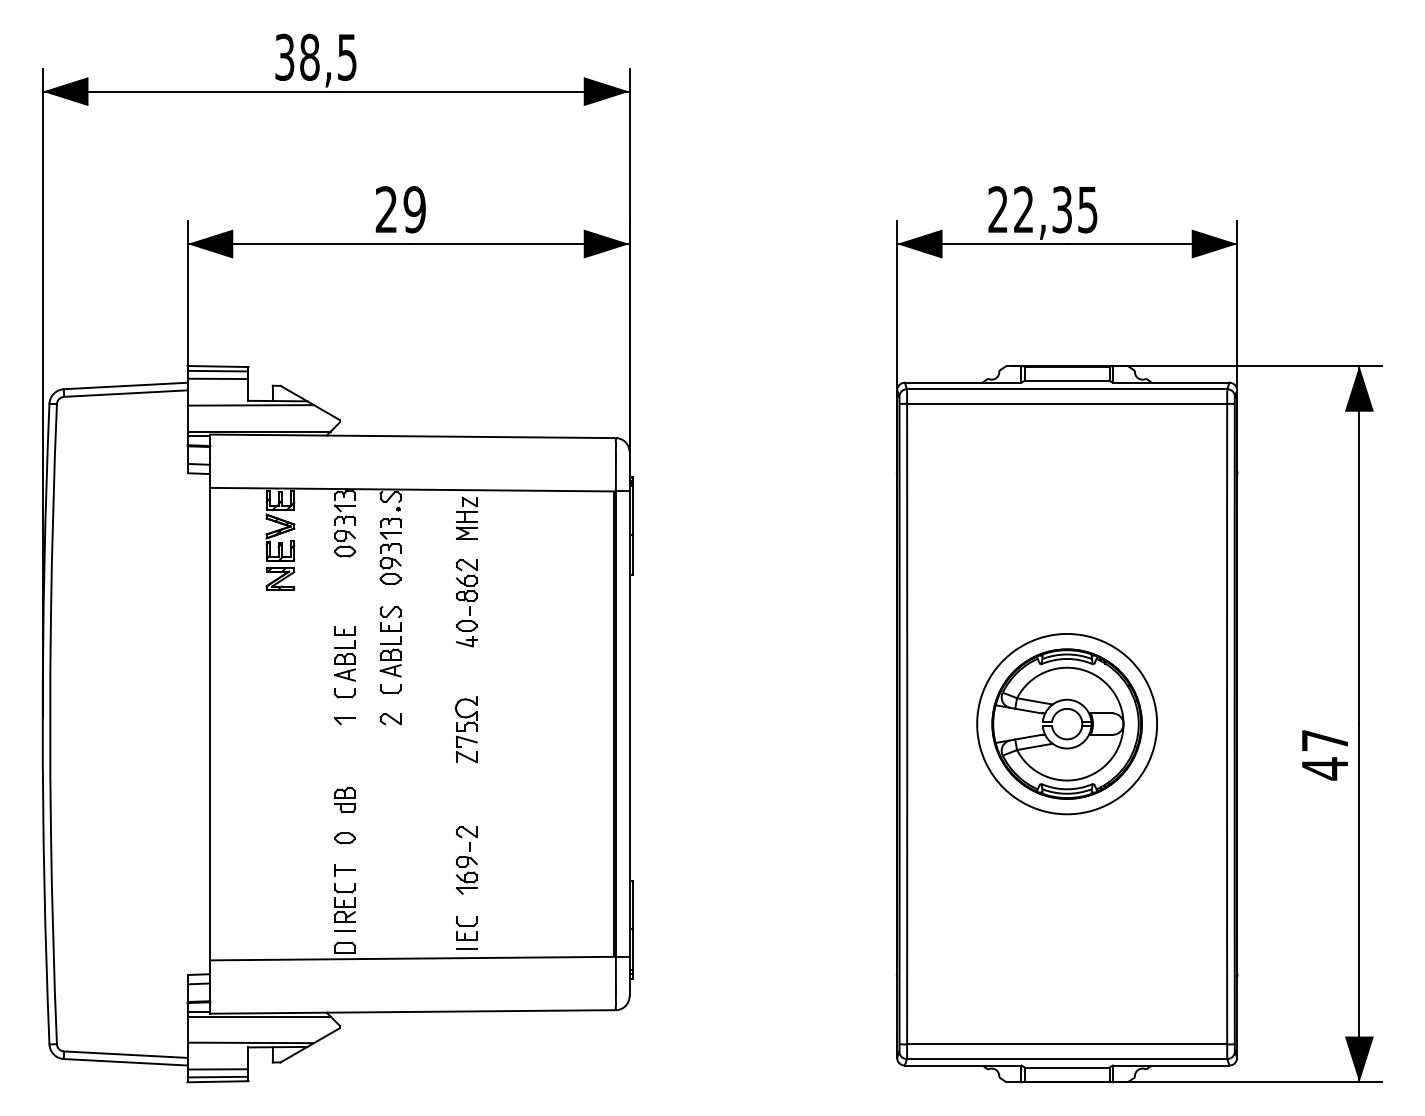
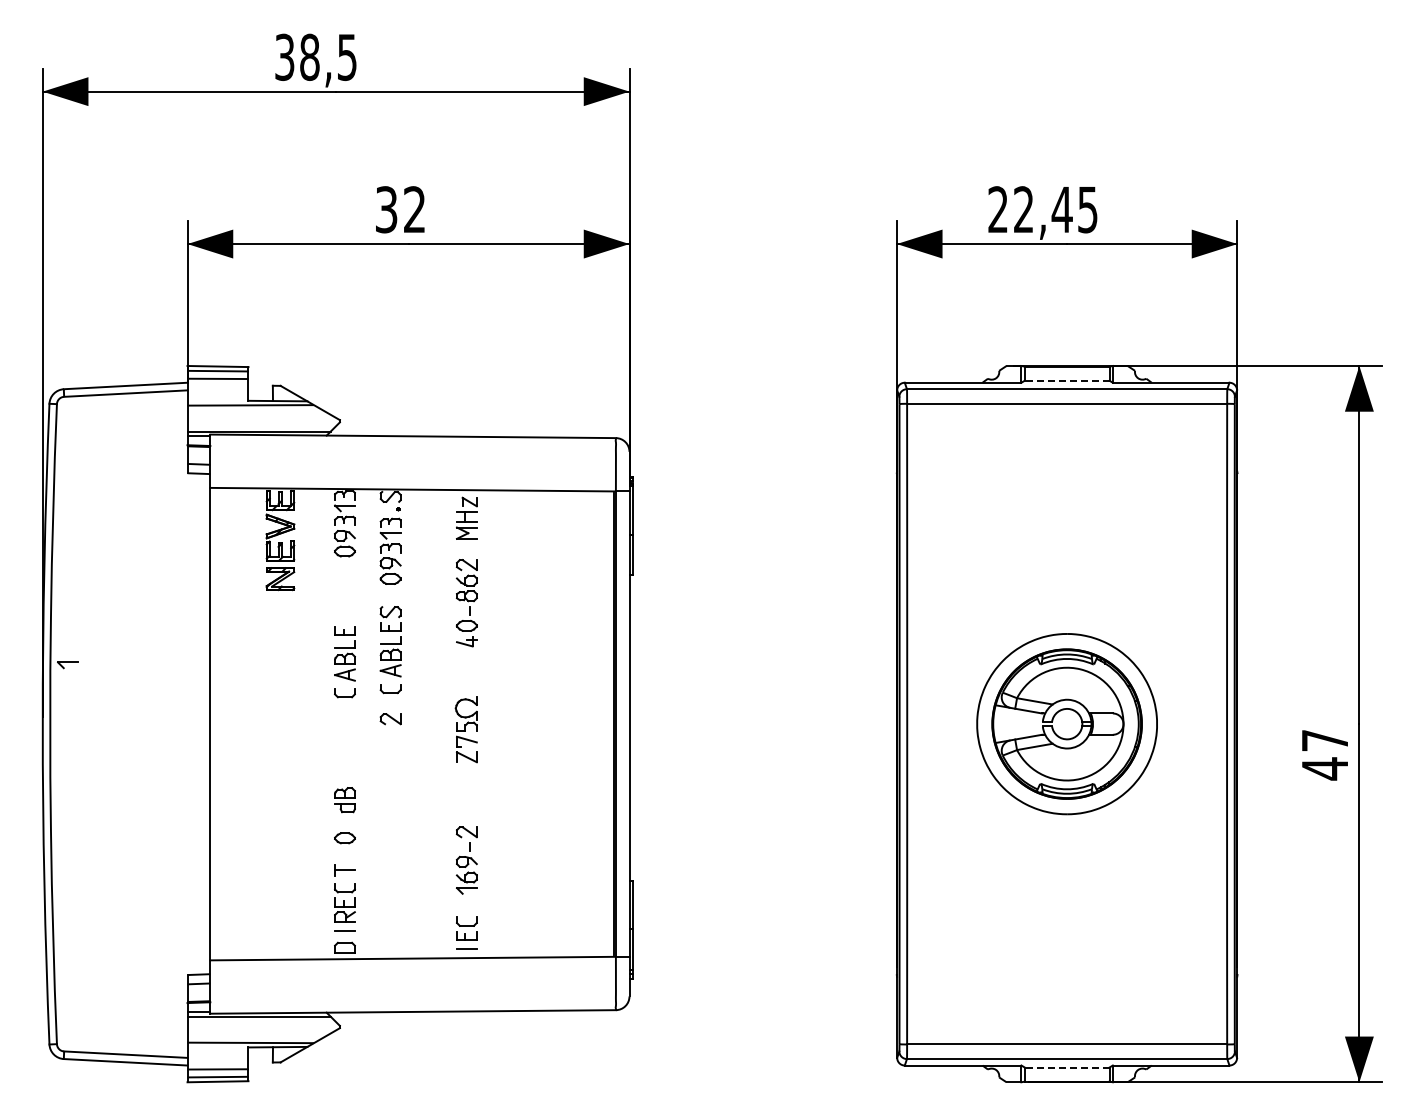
text at (400, 209): 29 -> 32
text at (1061, 209): 22,35 -> 22,45
line at (1066, 380): solid -> dashed
part at (344, 721) position: (344, 721) -> (67, 665)
line at (1066, 1067): solid -> dashed
